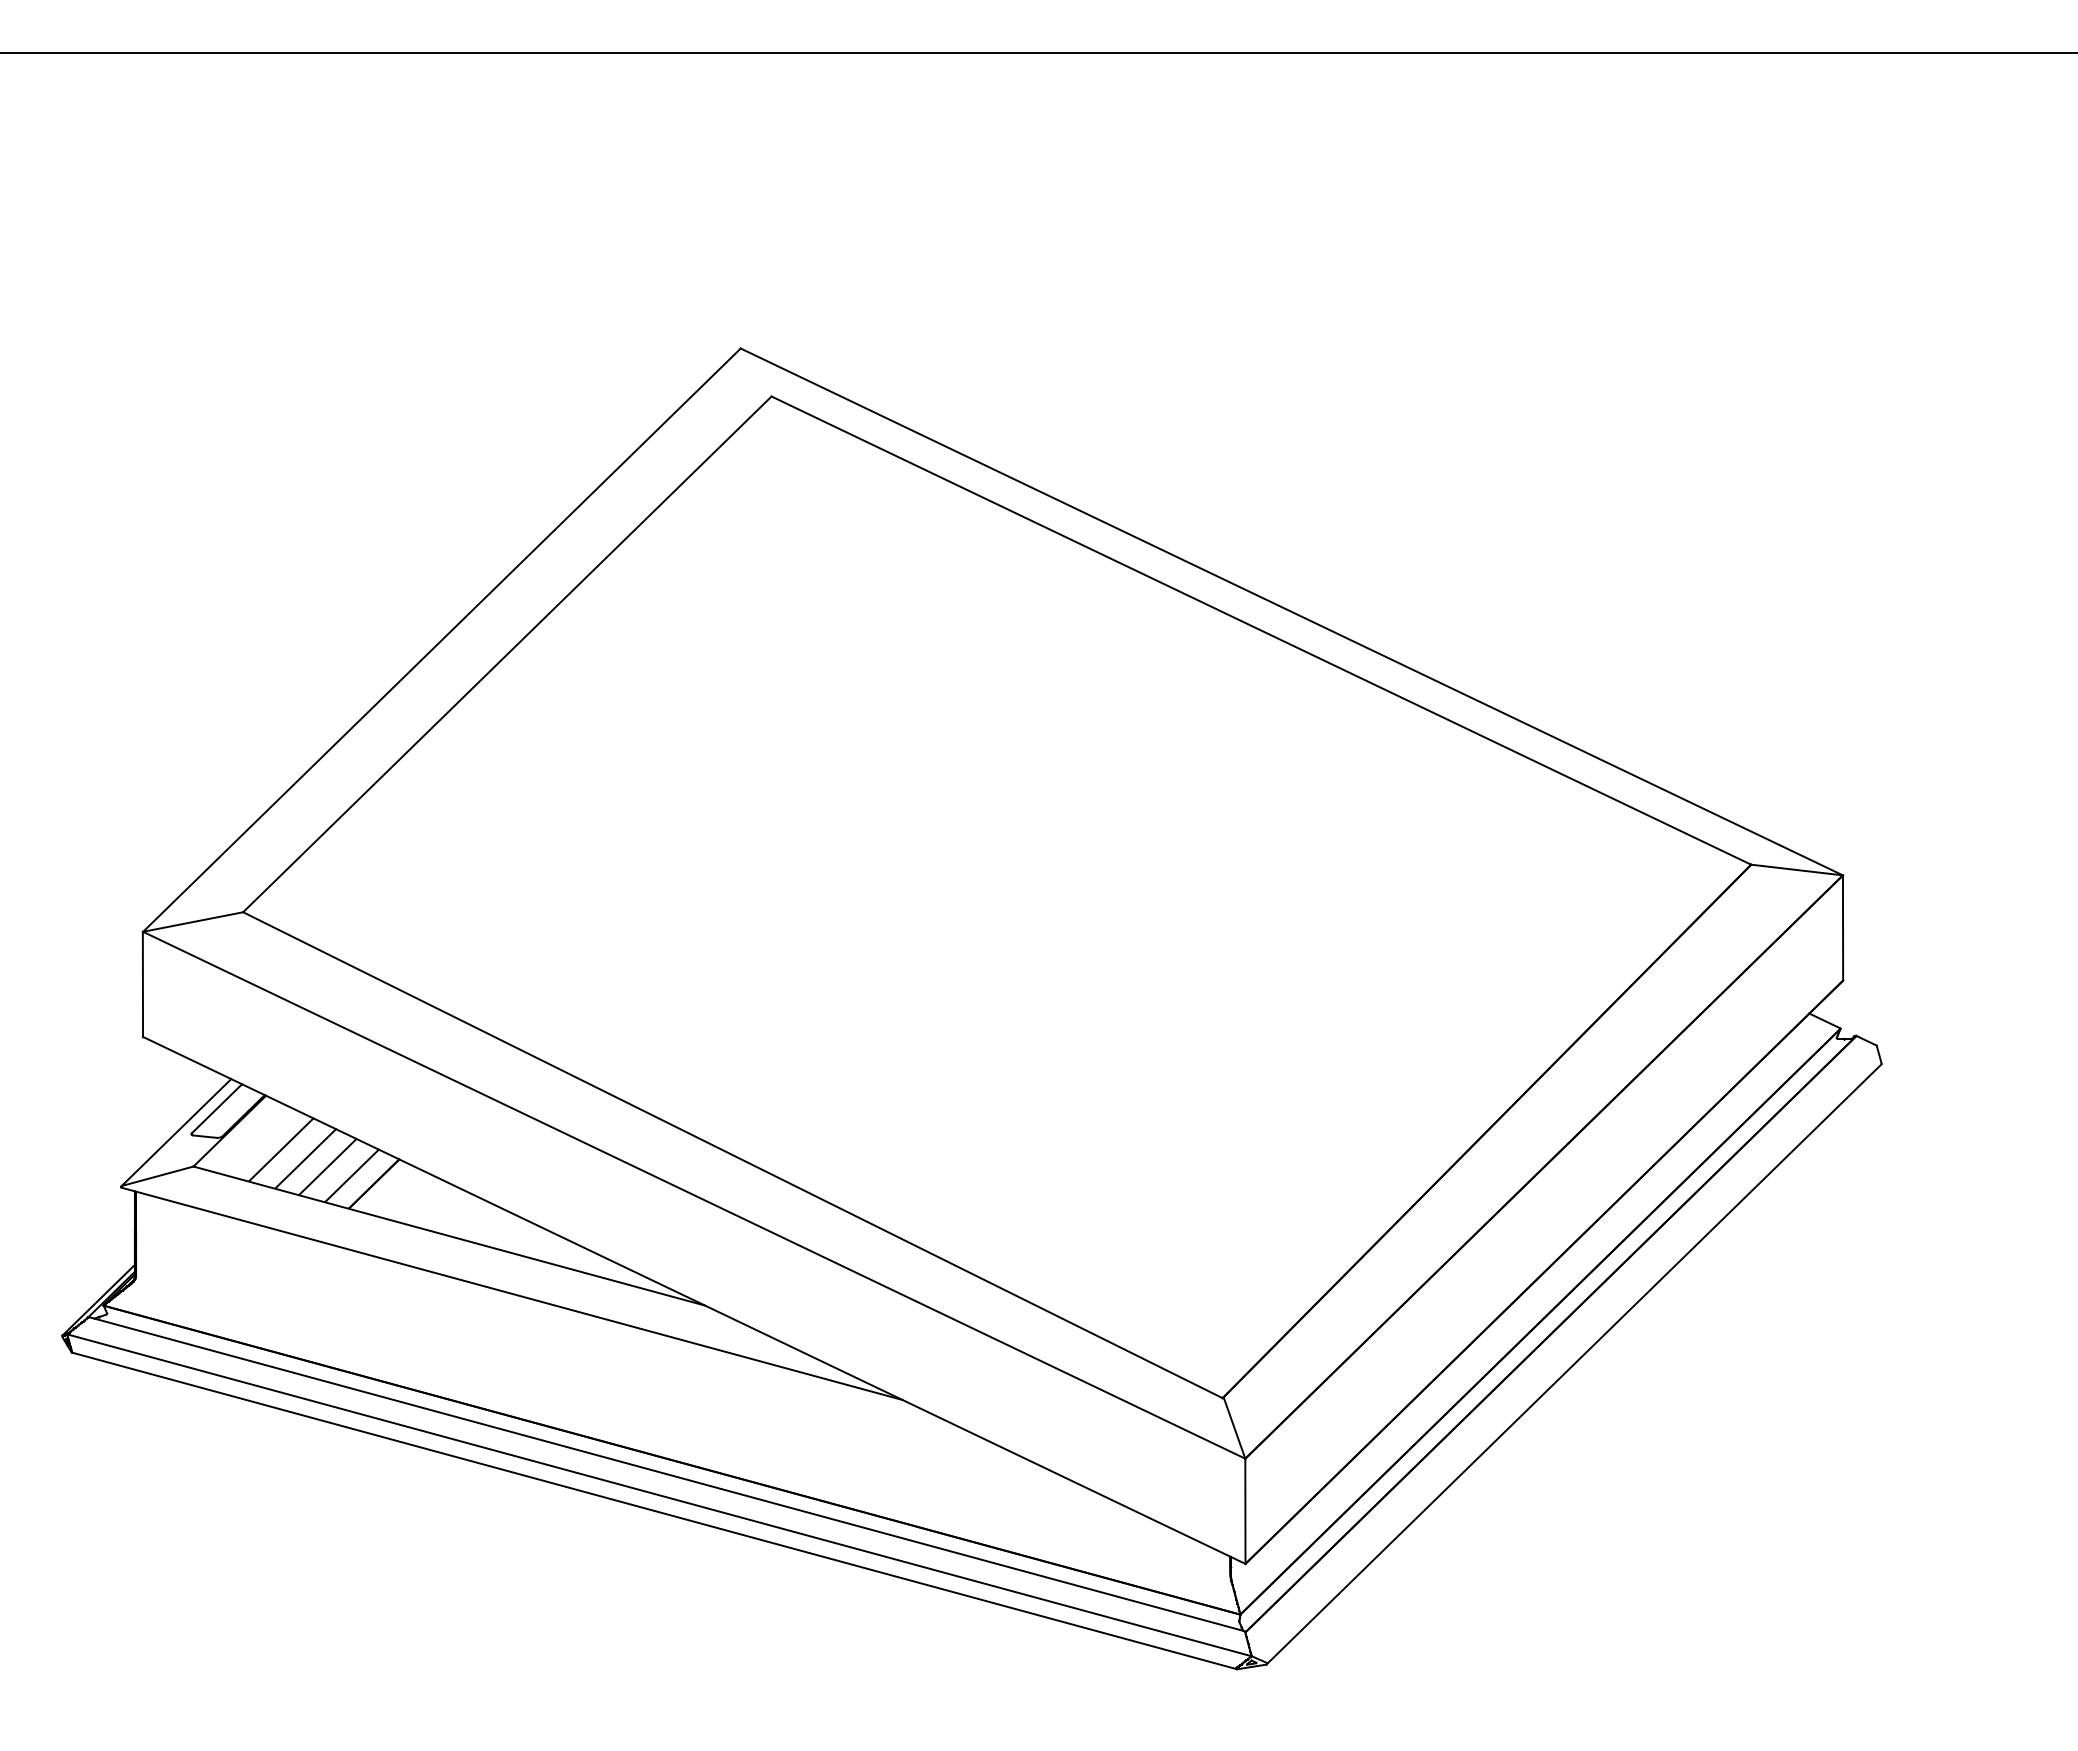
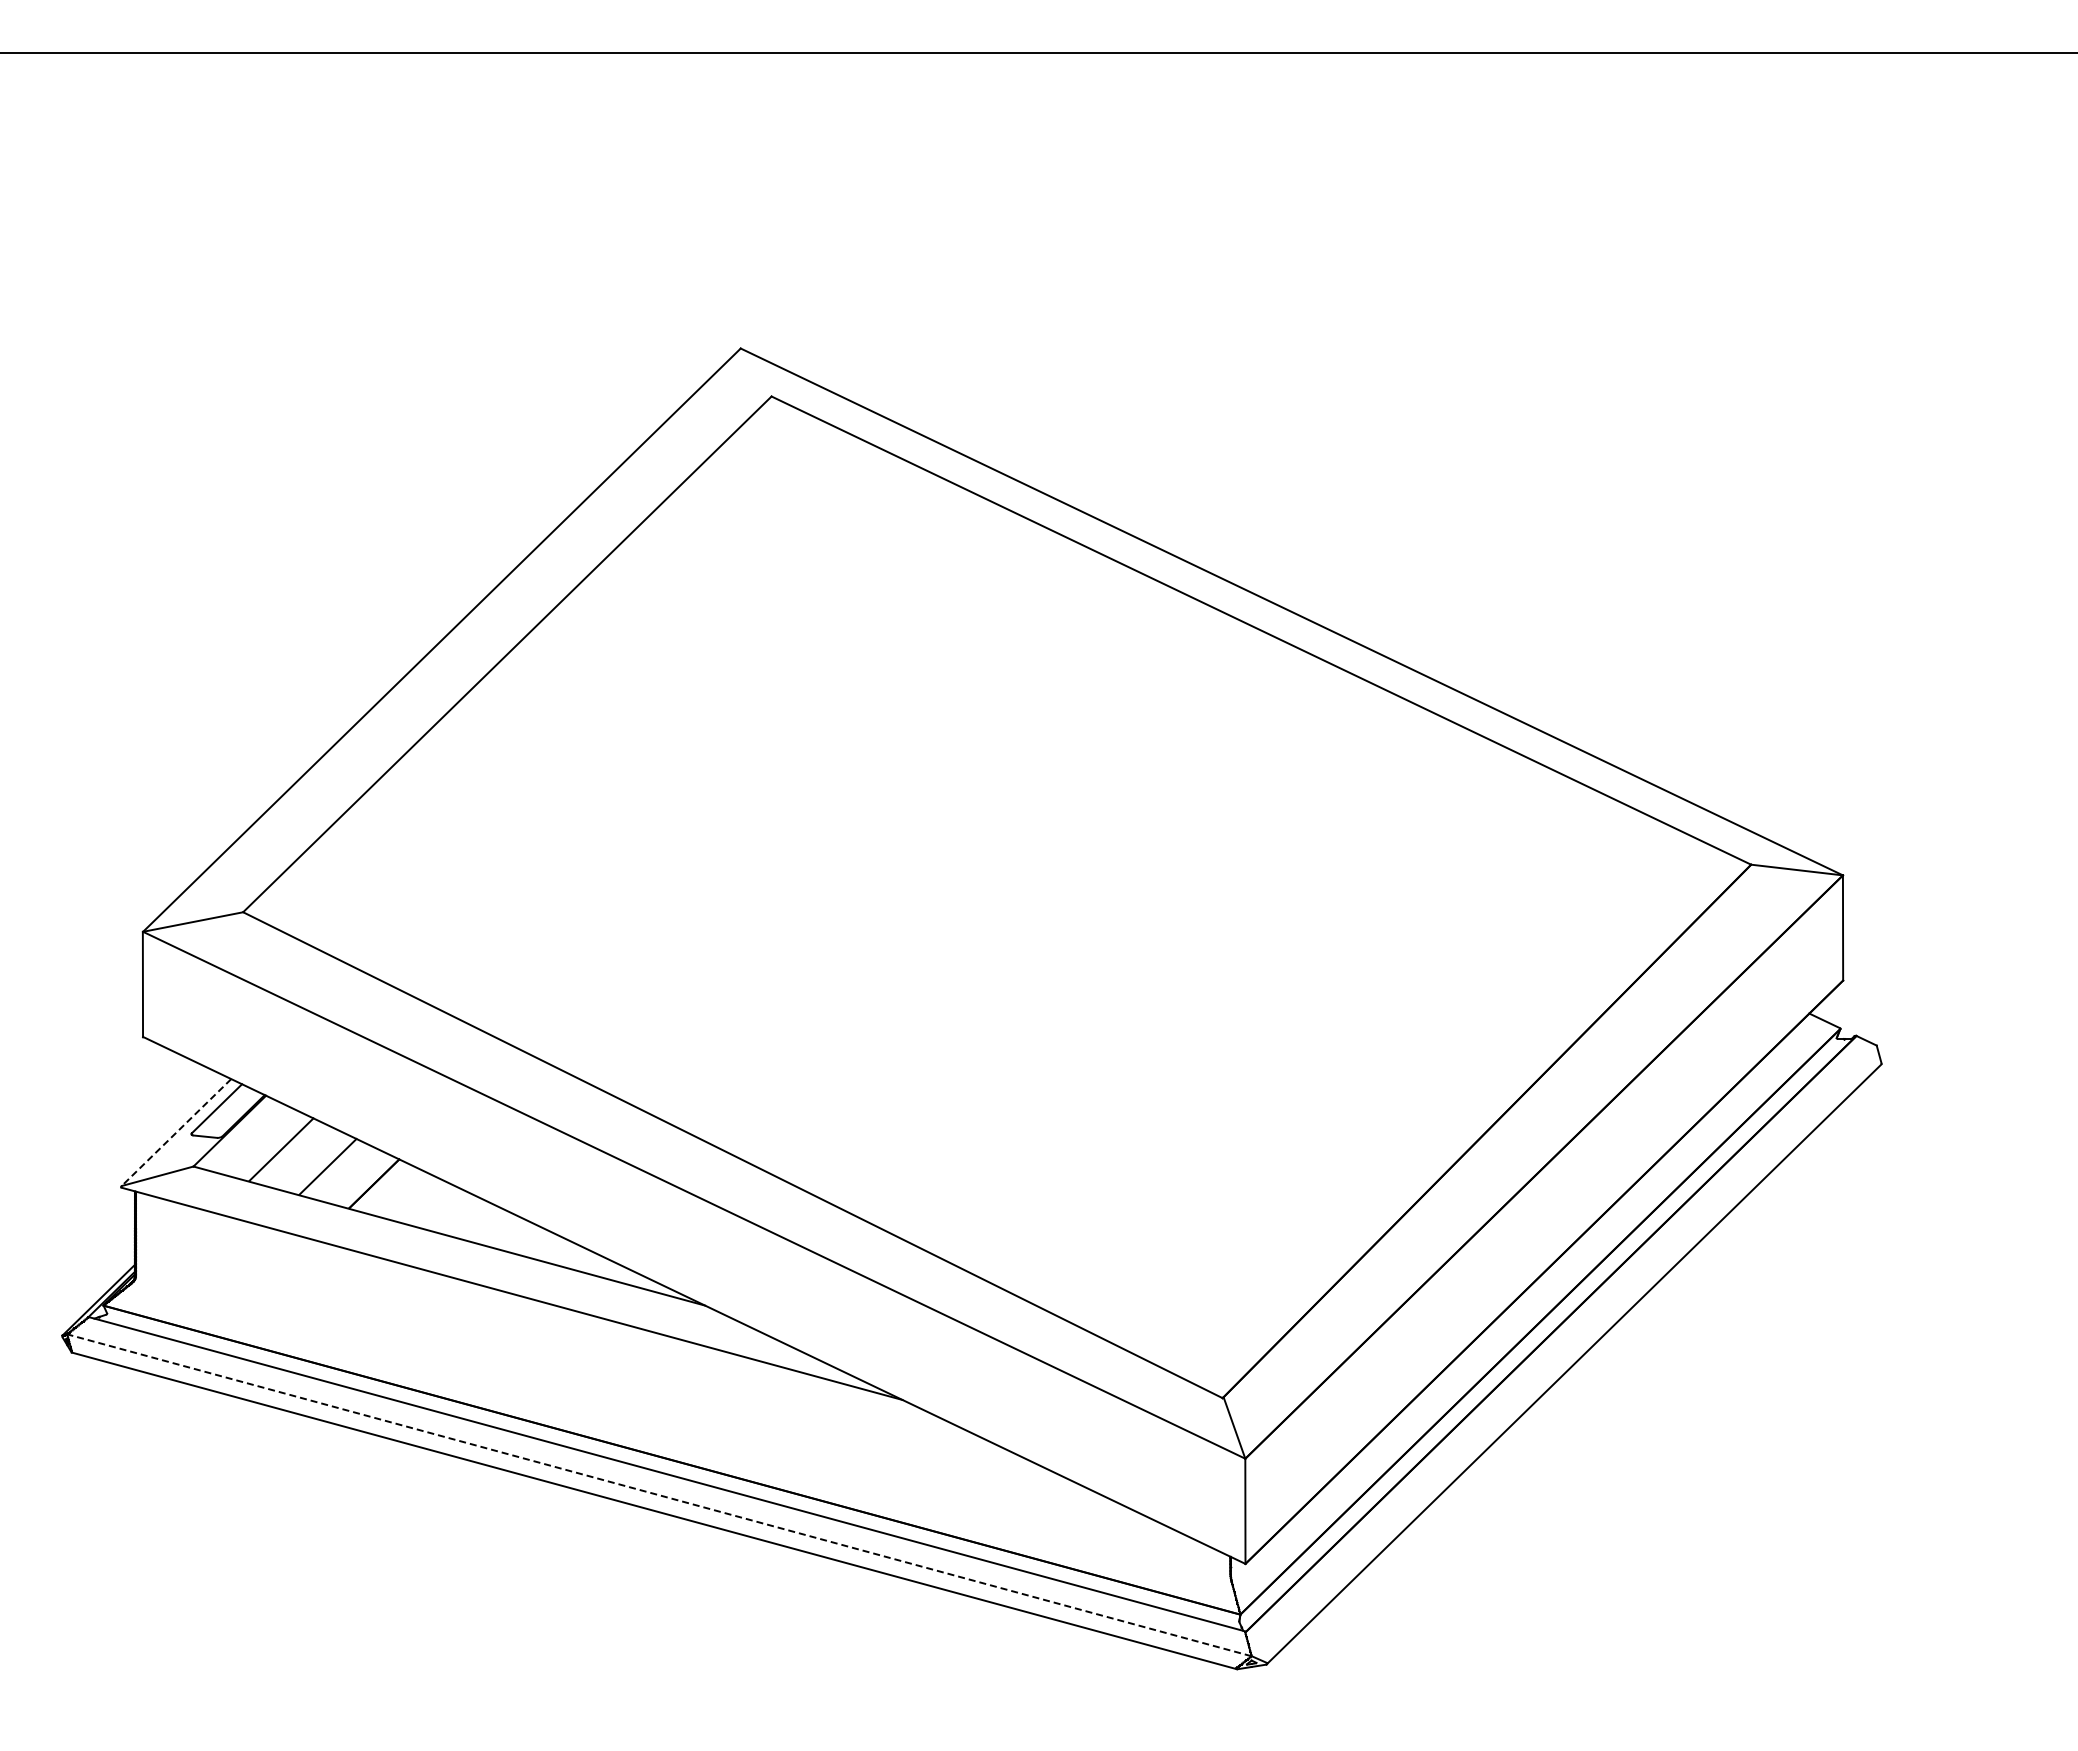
line at (176, 1132): solid -> dashed
line at (305, 1158): present -> none
line at (351, 1175): present -> none
line at (659, 1495): solid -> dashed
